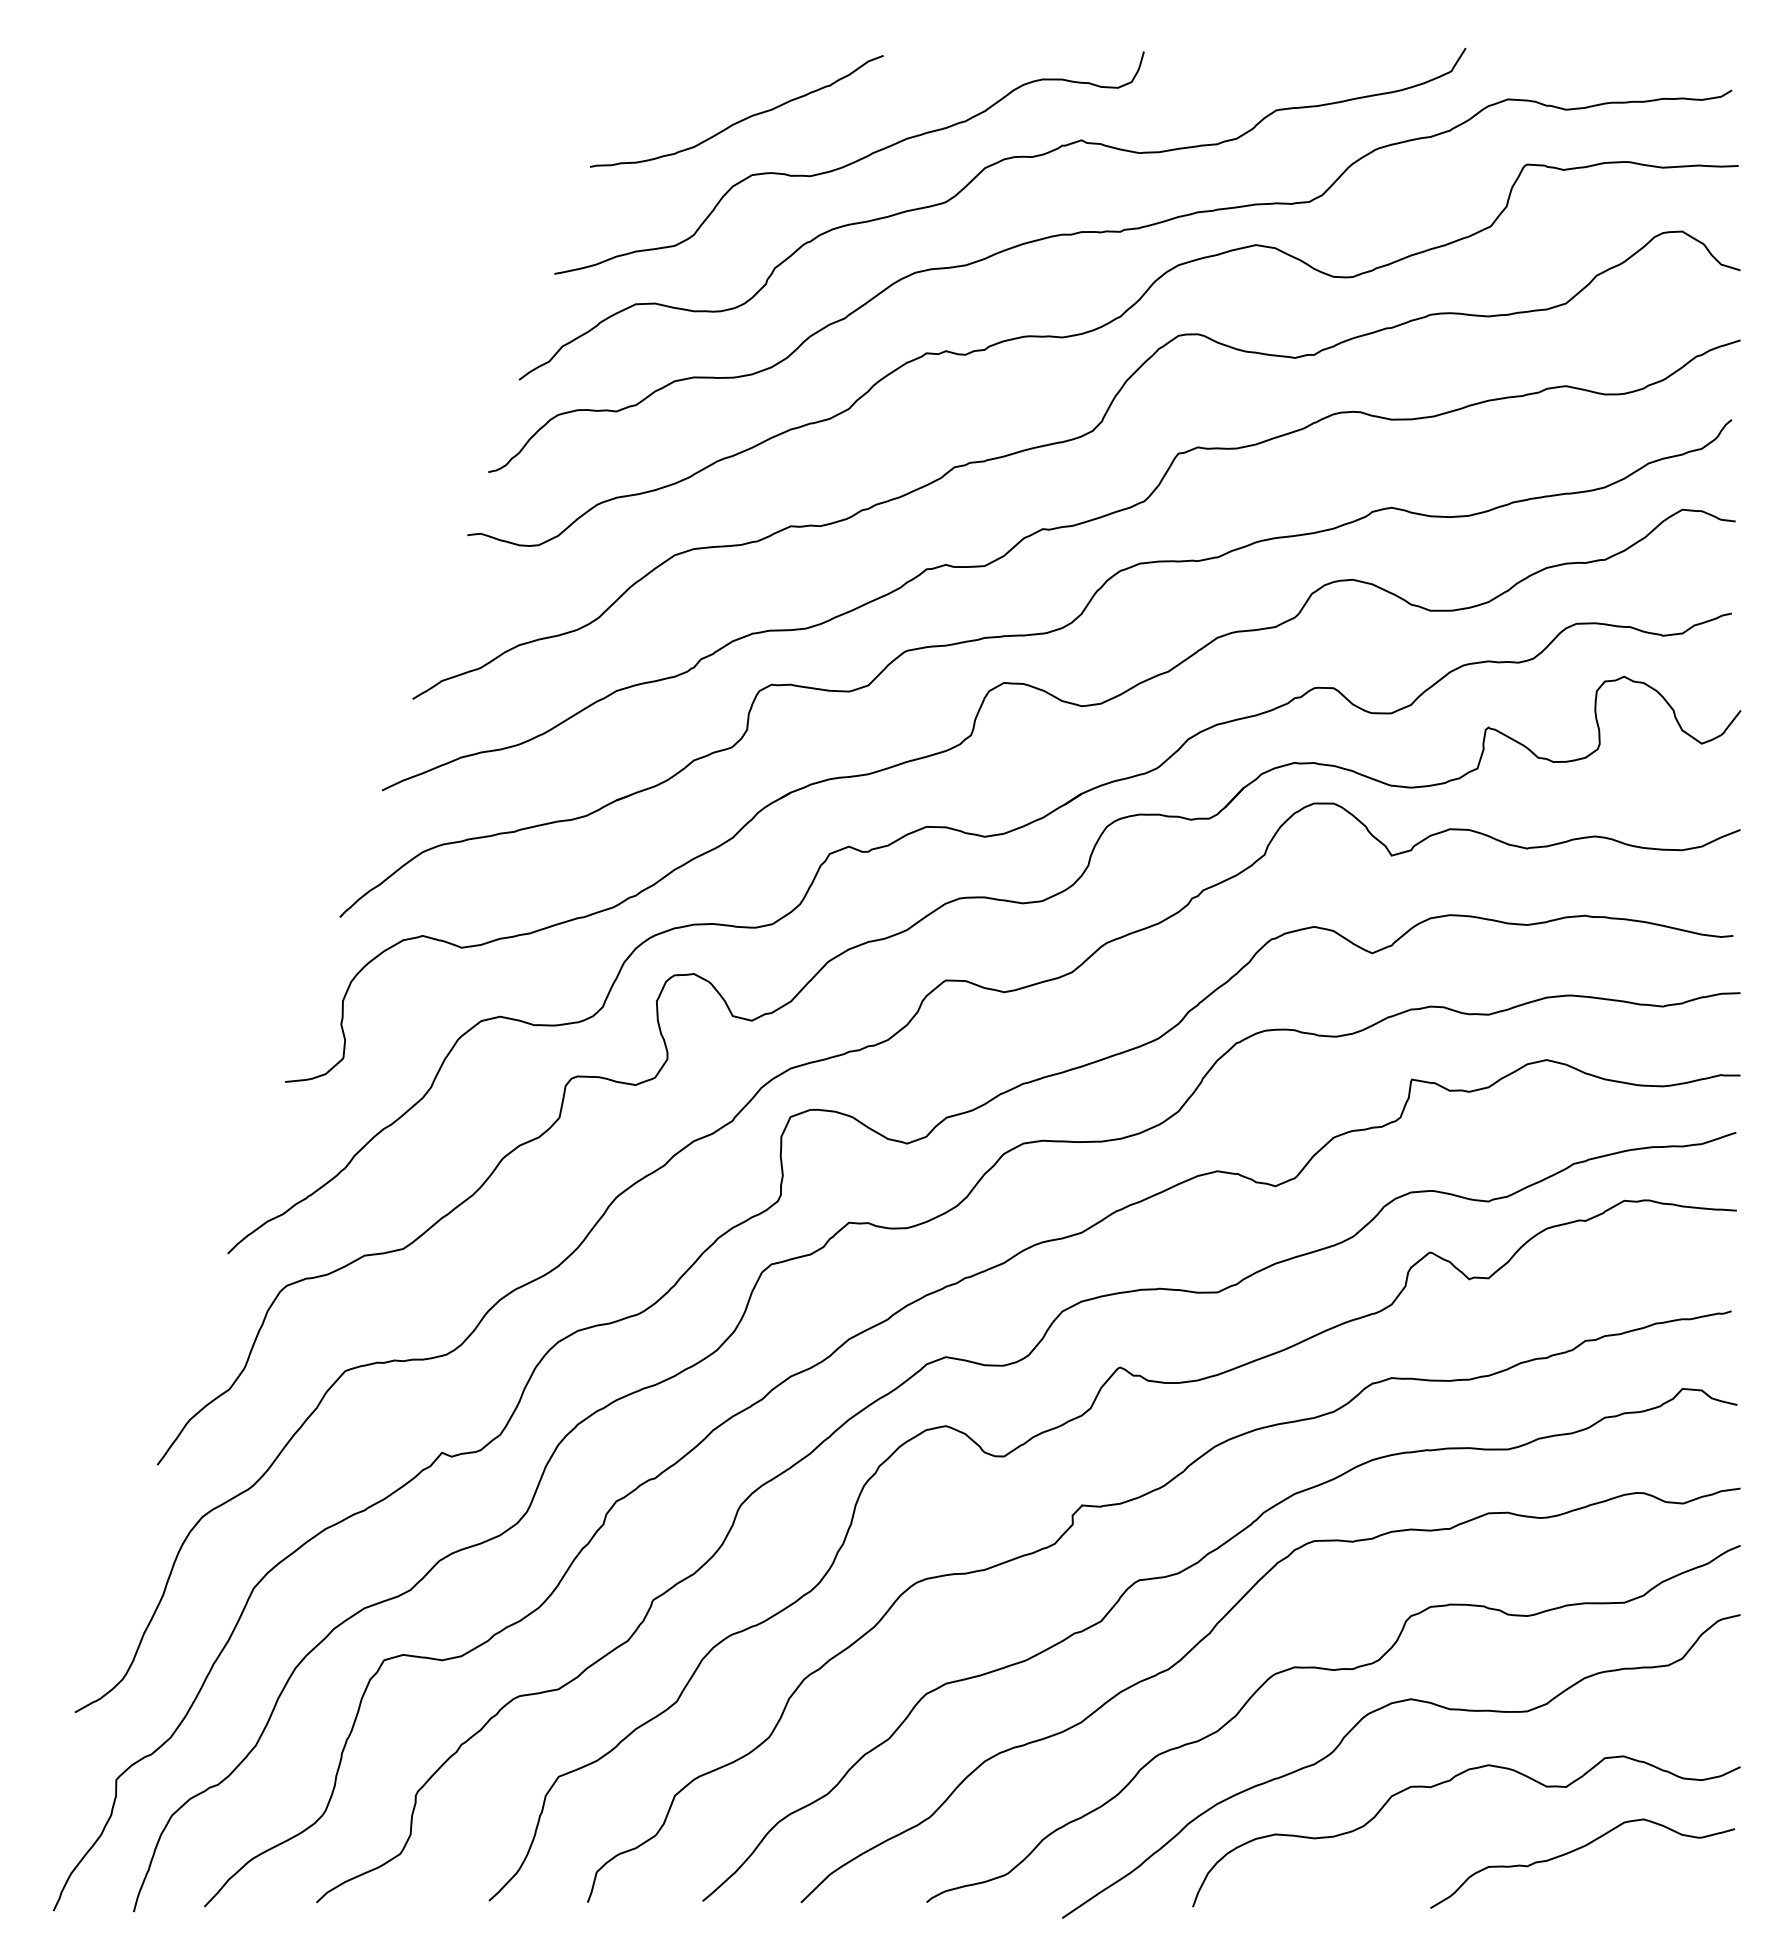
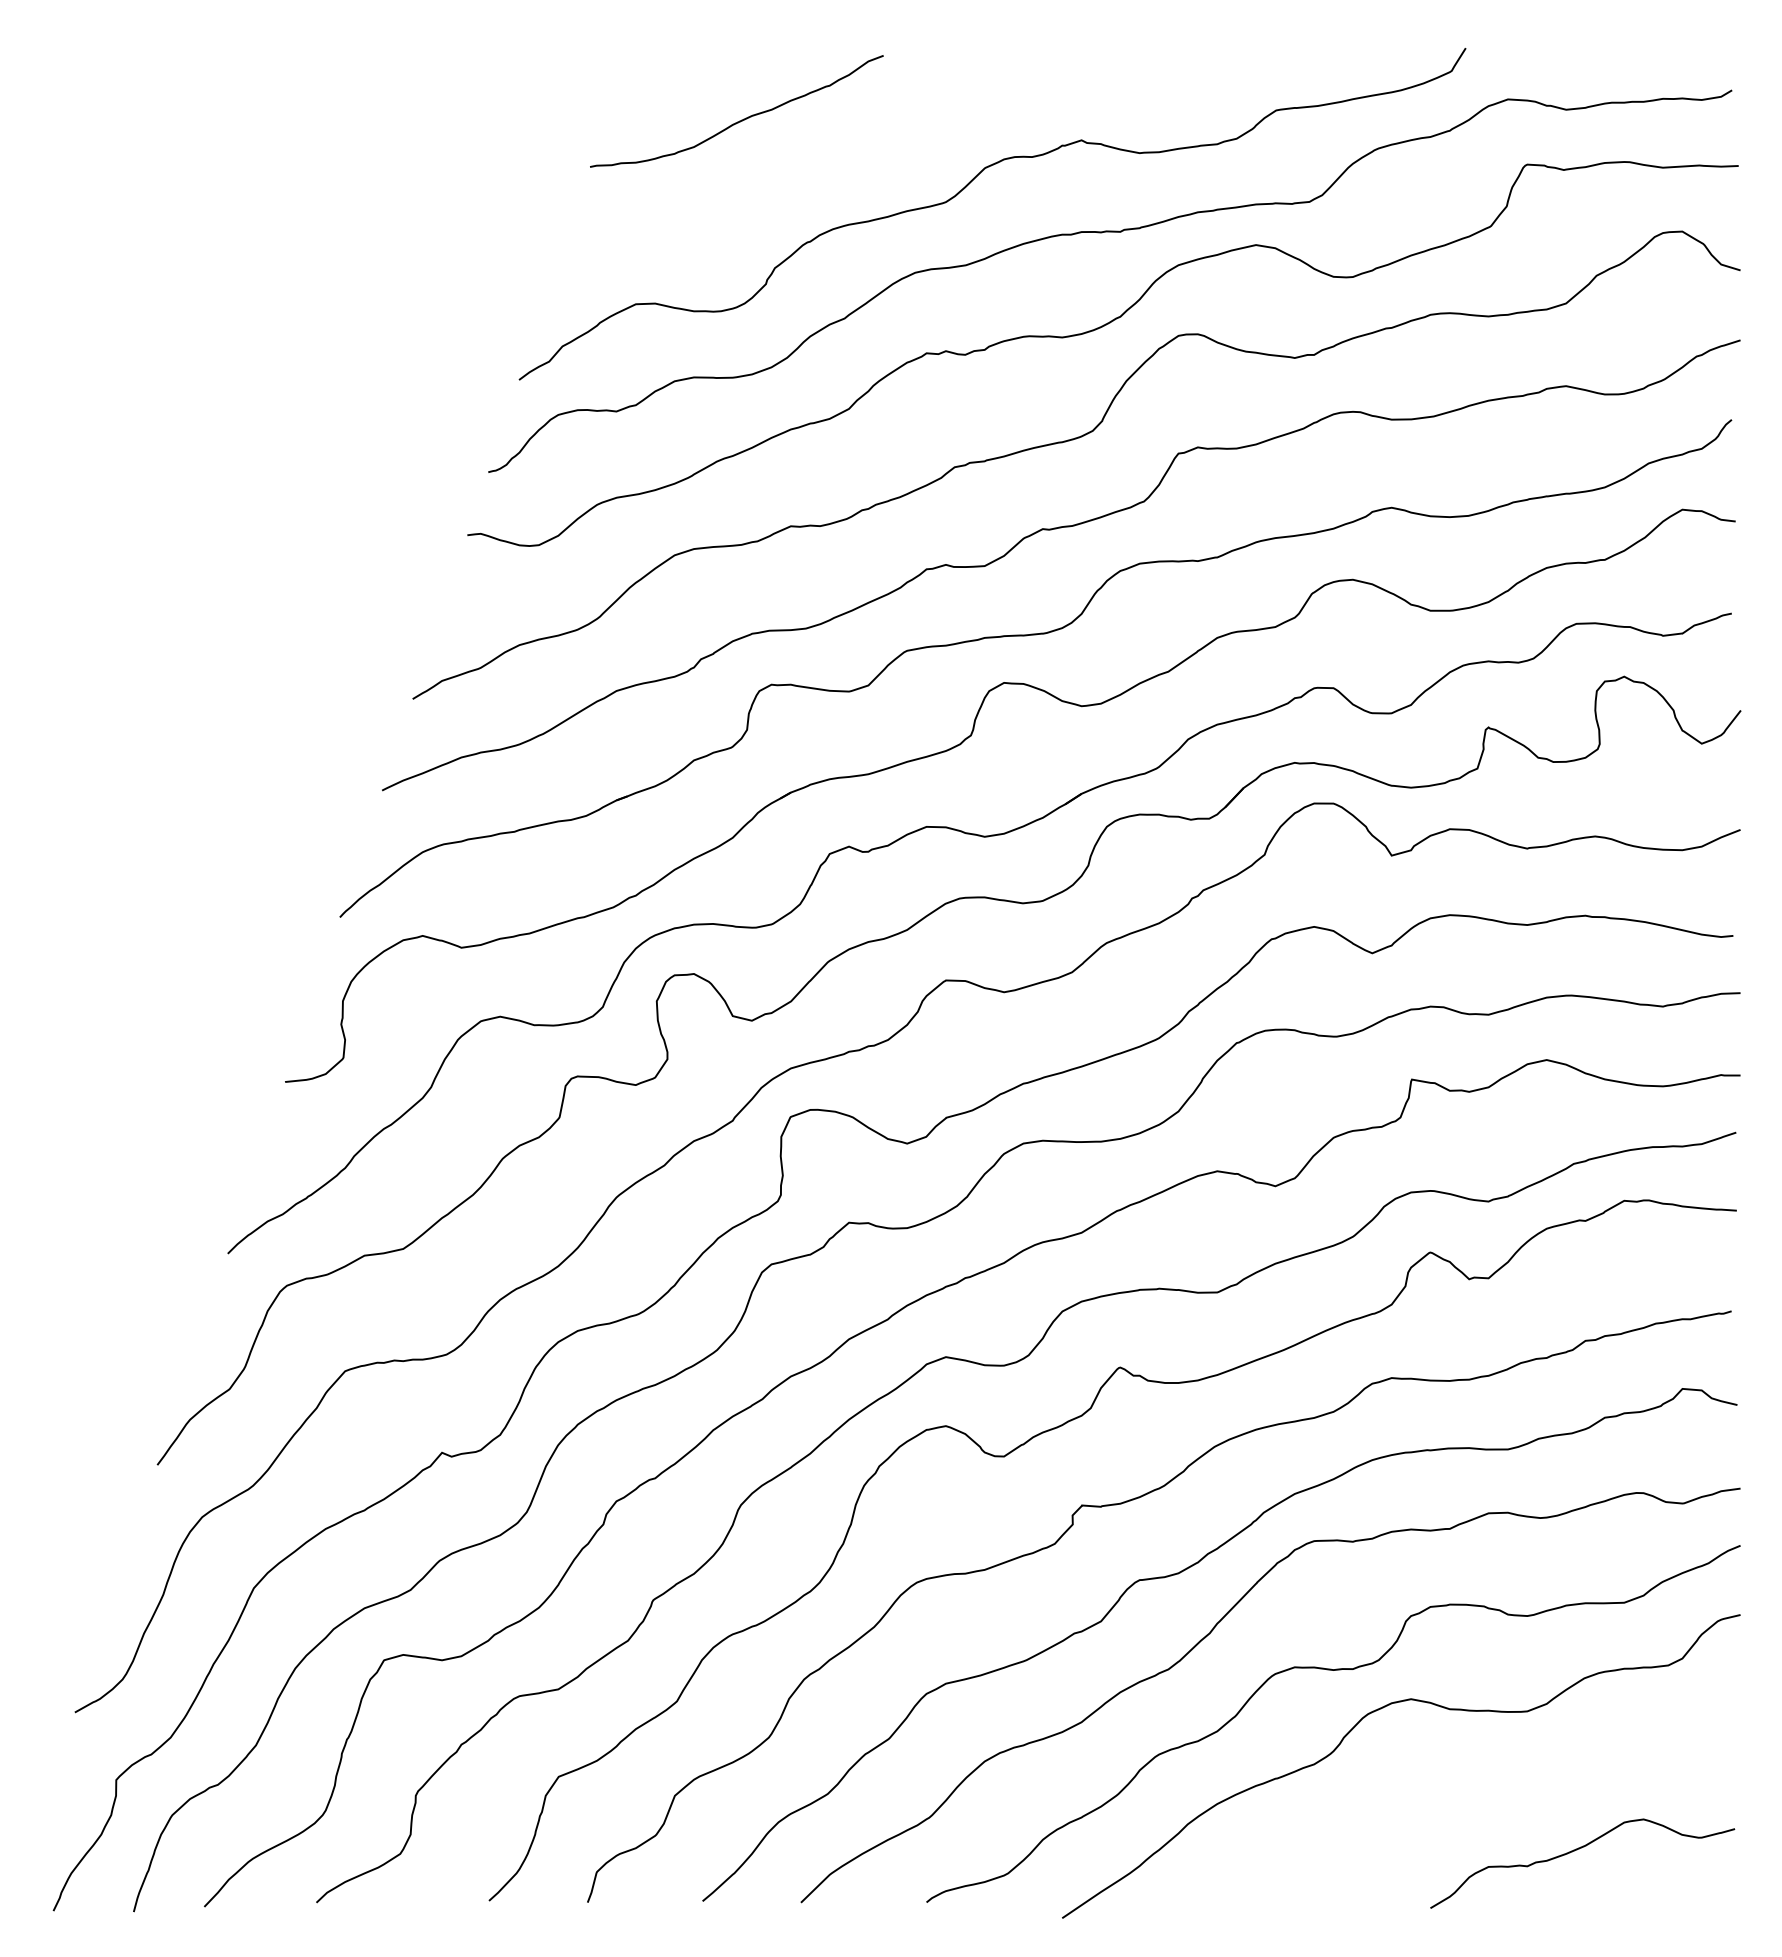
curve at (849, 163): present -> none
curve at (1450, 1781): present -> none
